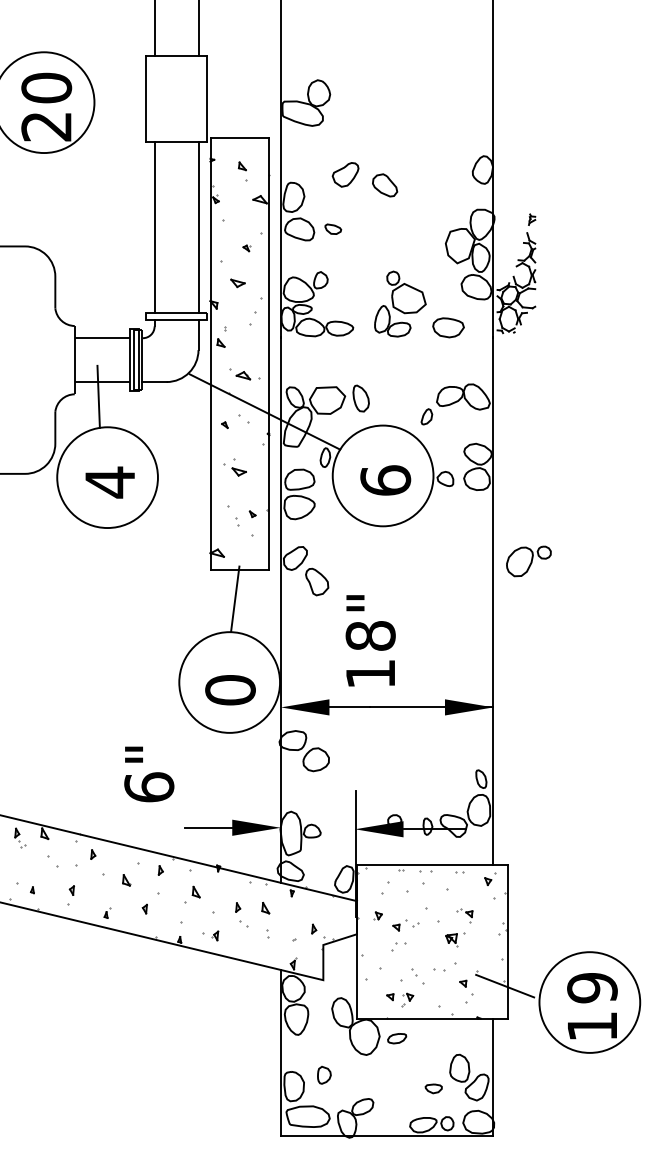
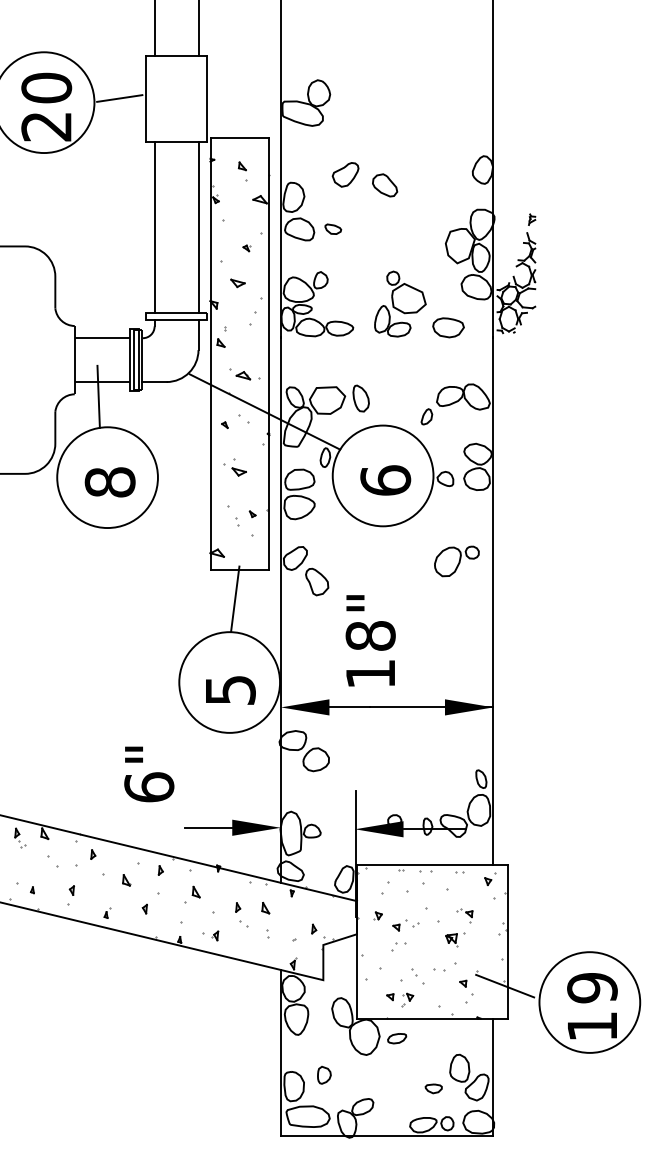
line at (119, 98): none -> present
text at (109, 482): 4 -> 8
part at (528, 561) position: (528, 561) -> (456, 561)
text at (230, 690): 0 -> 5
